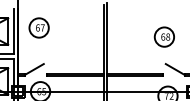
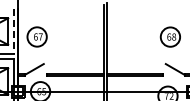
part at (38, 27) position: (38, 27) -> (36, 36)
line at (13, 32): solid -> dashed
part at (163, 36) position: (163, 36) -> (169, 36)
